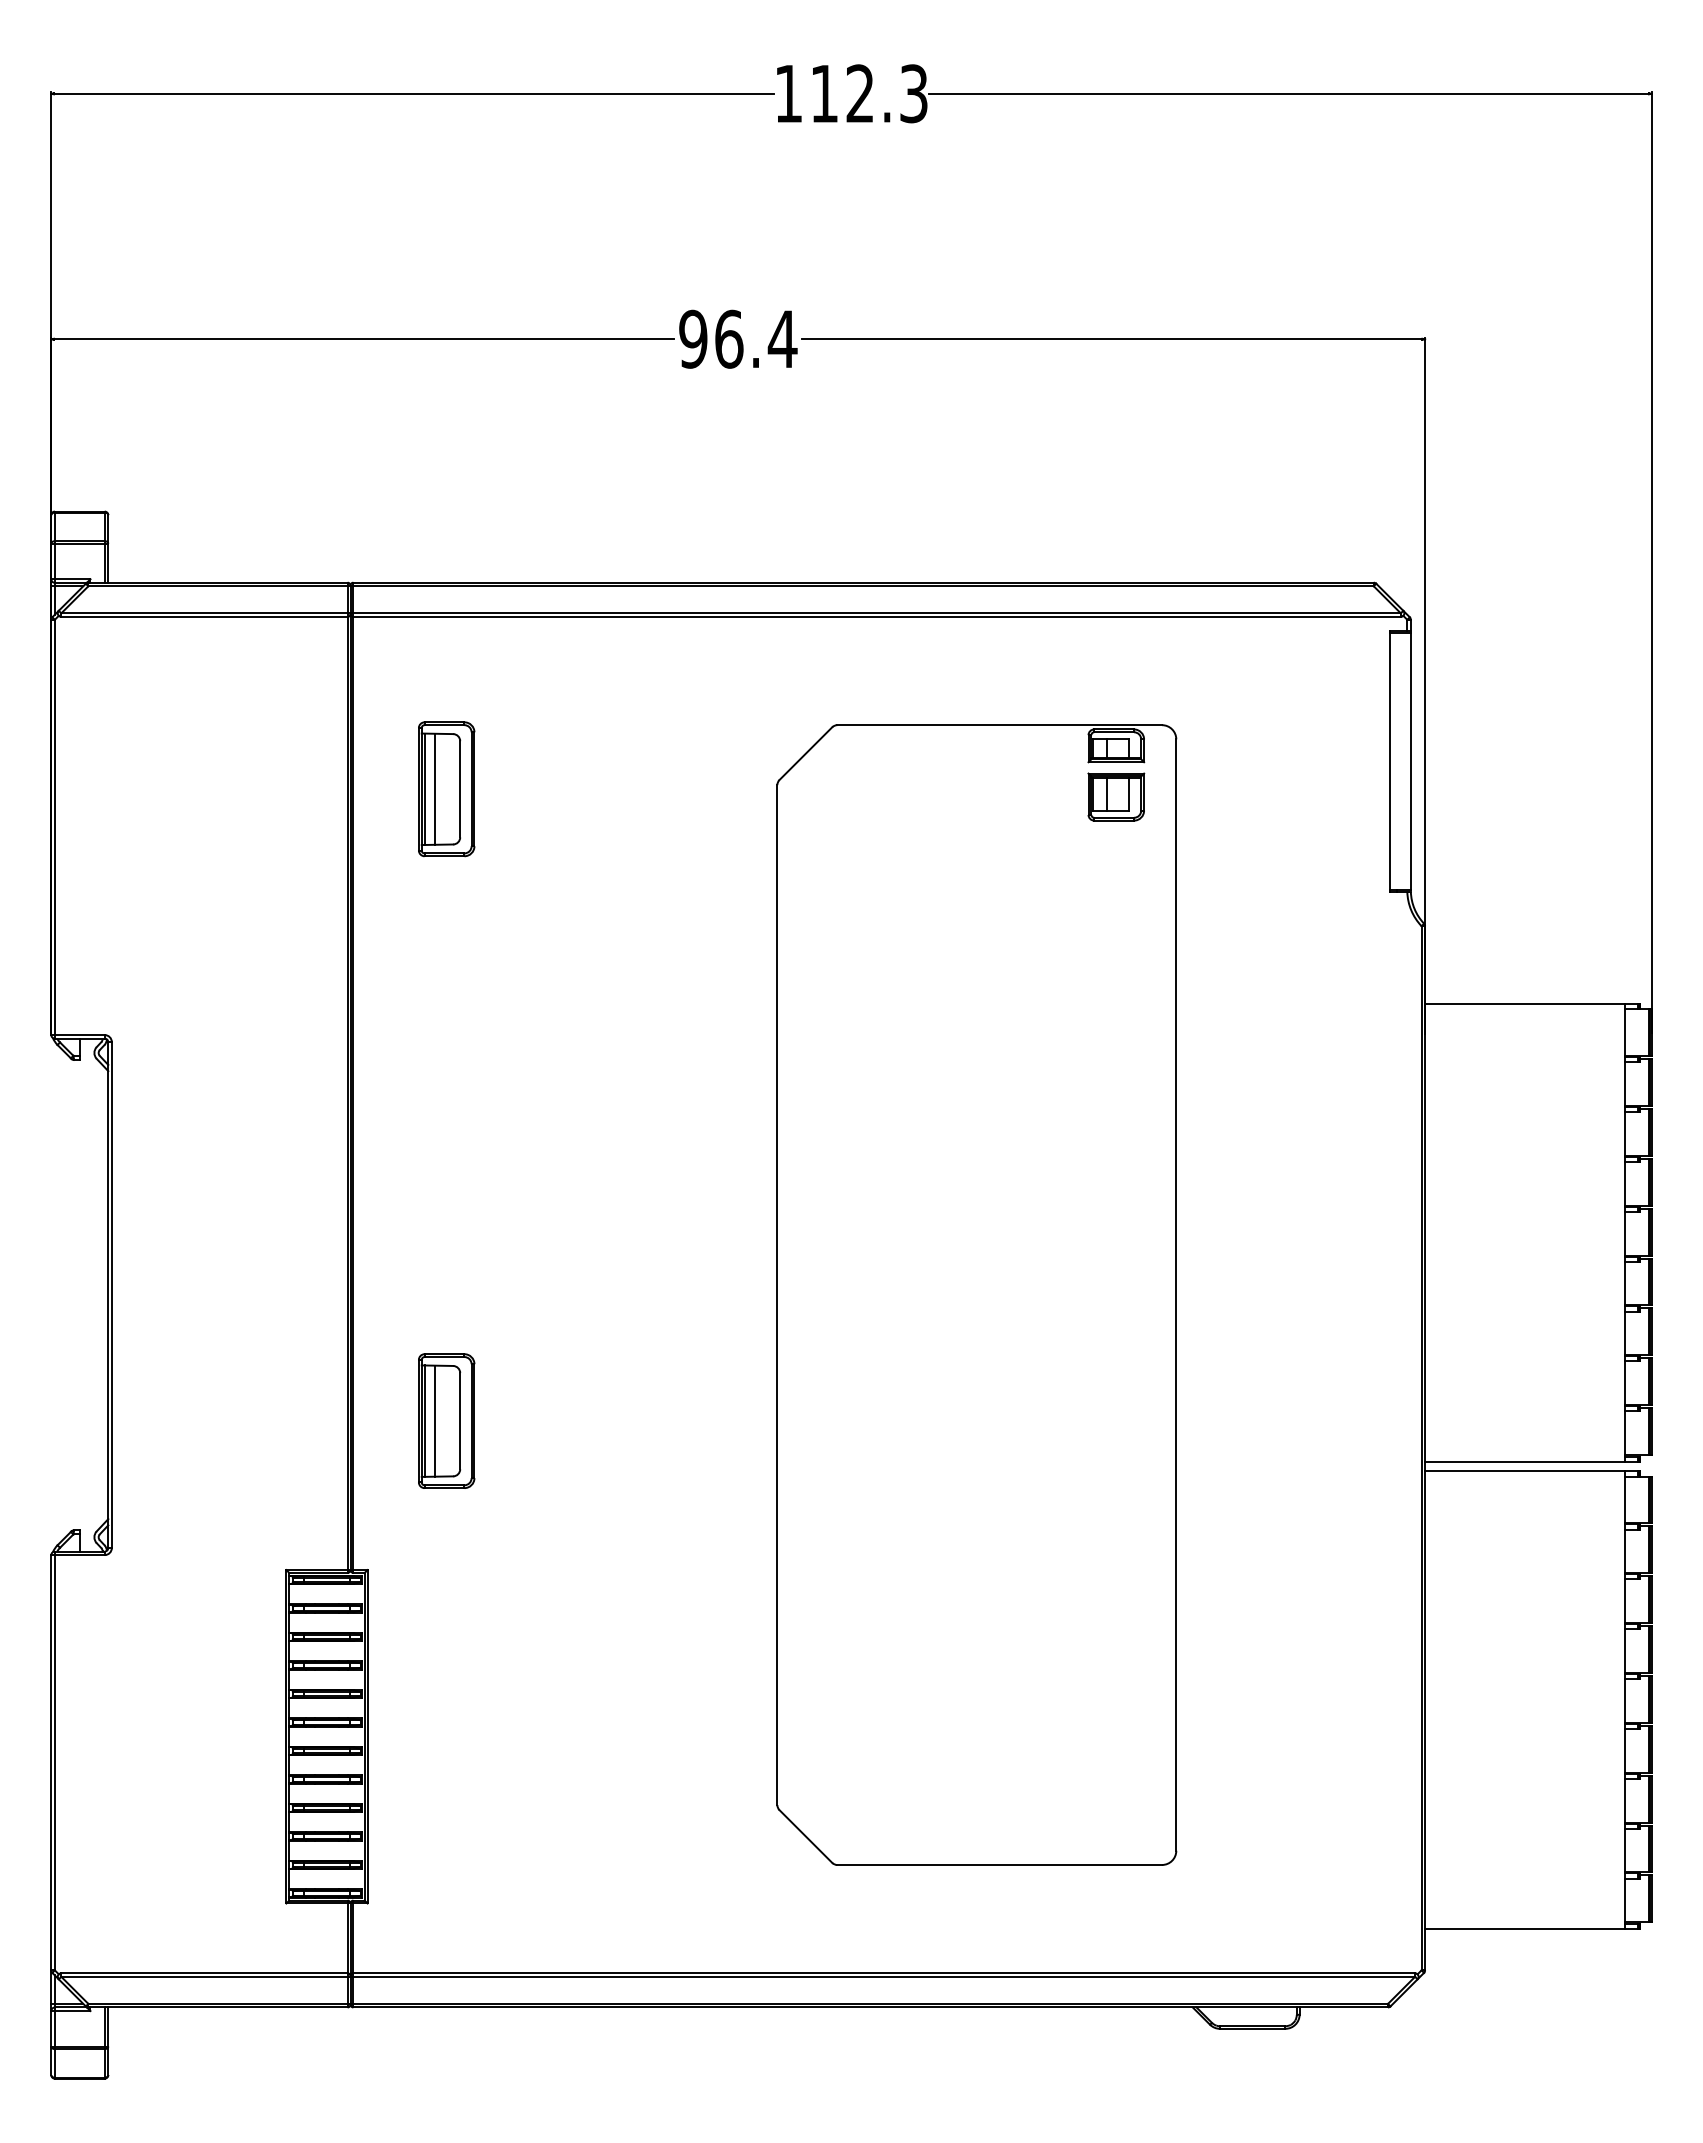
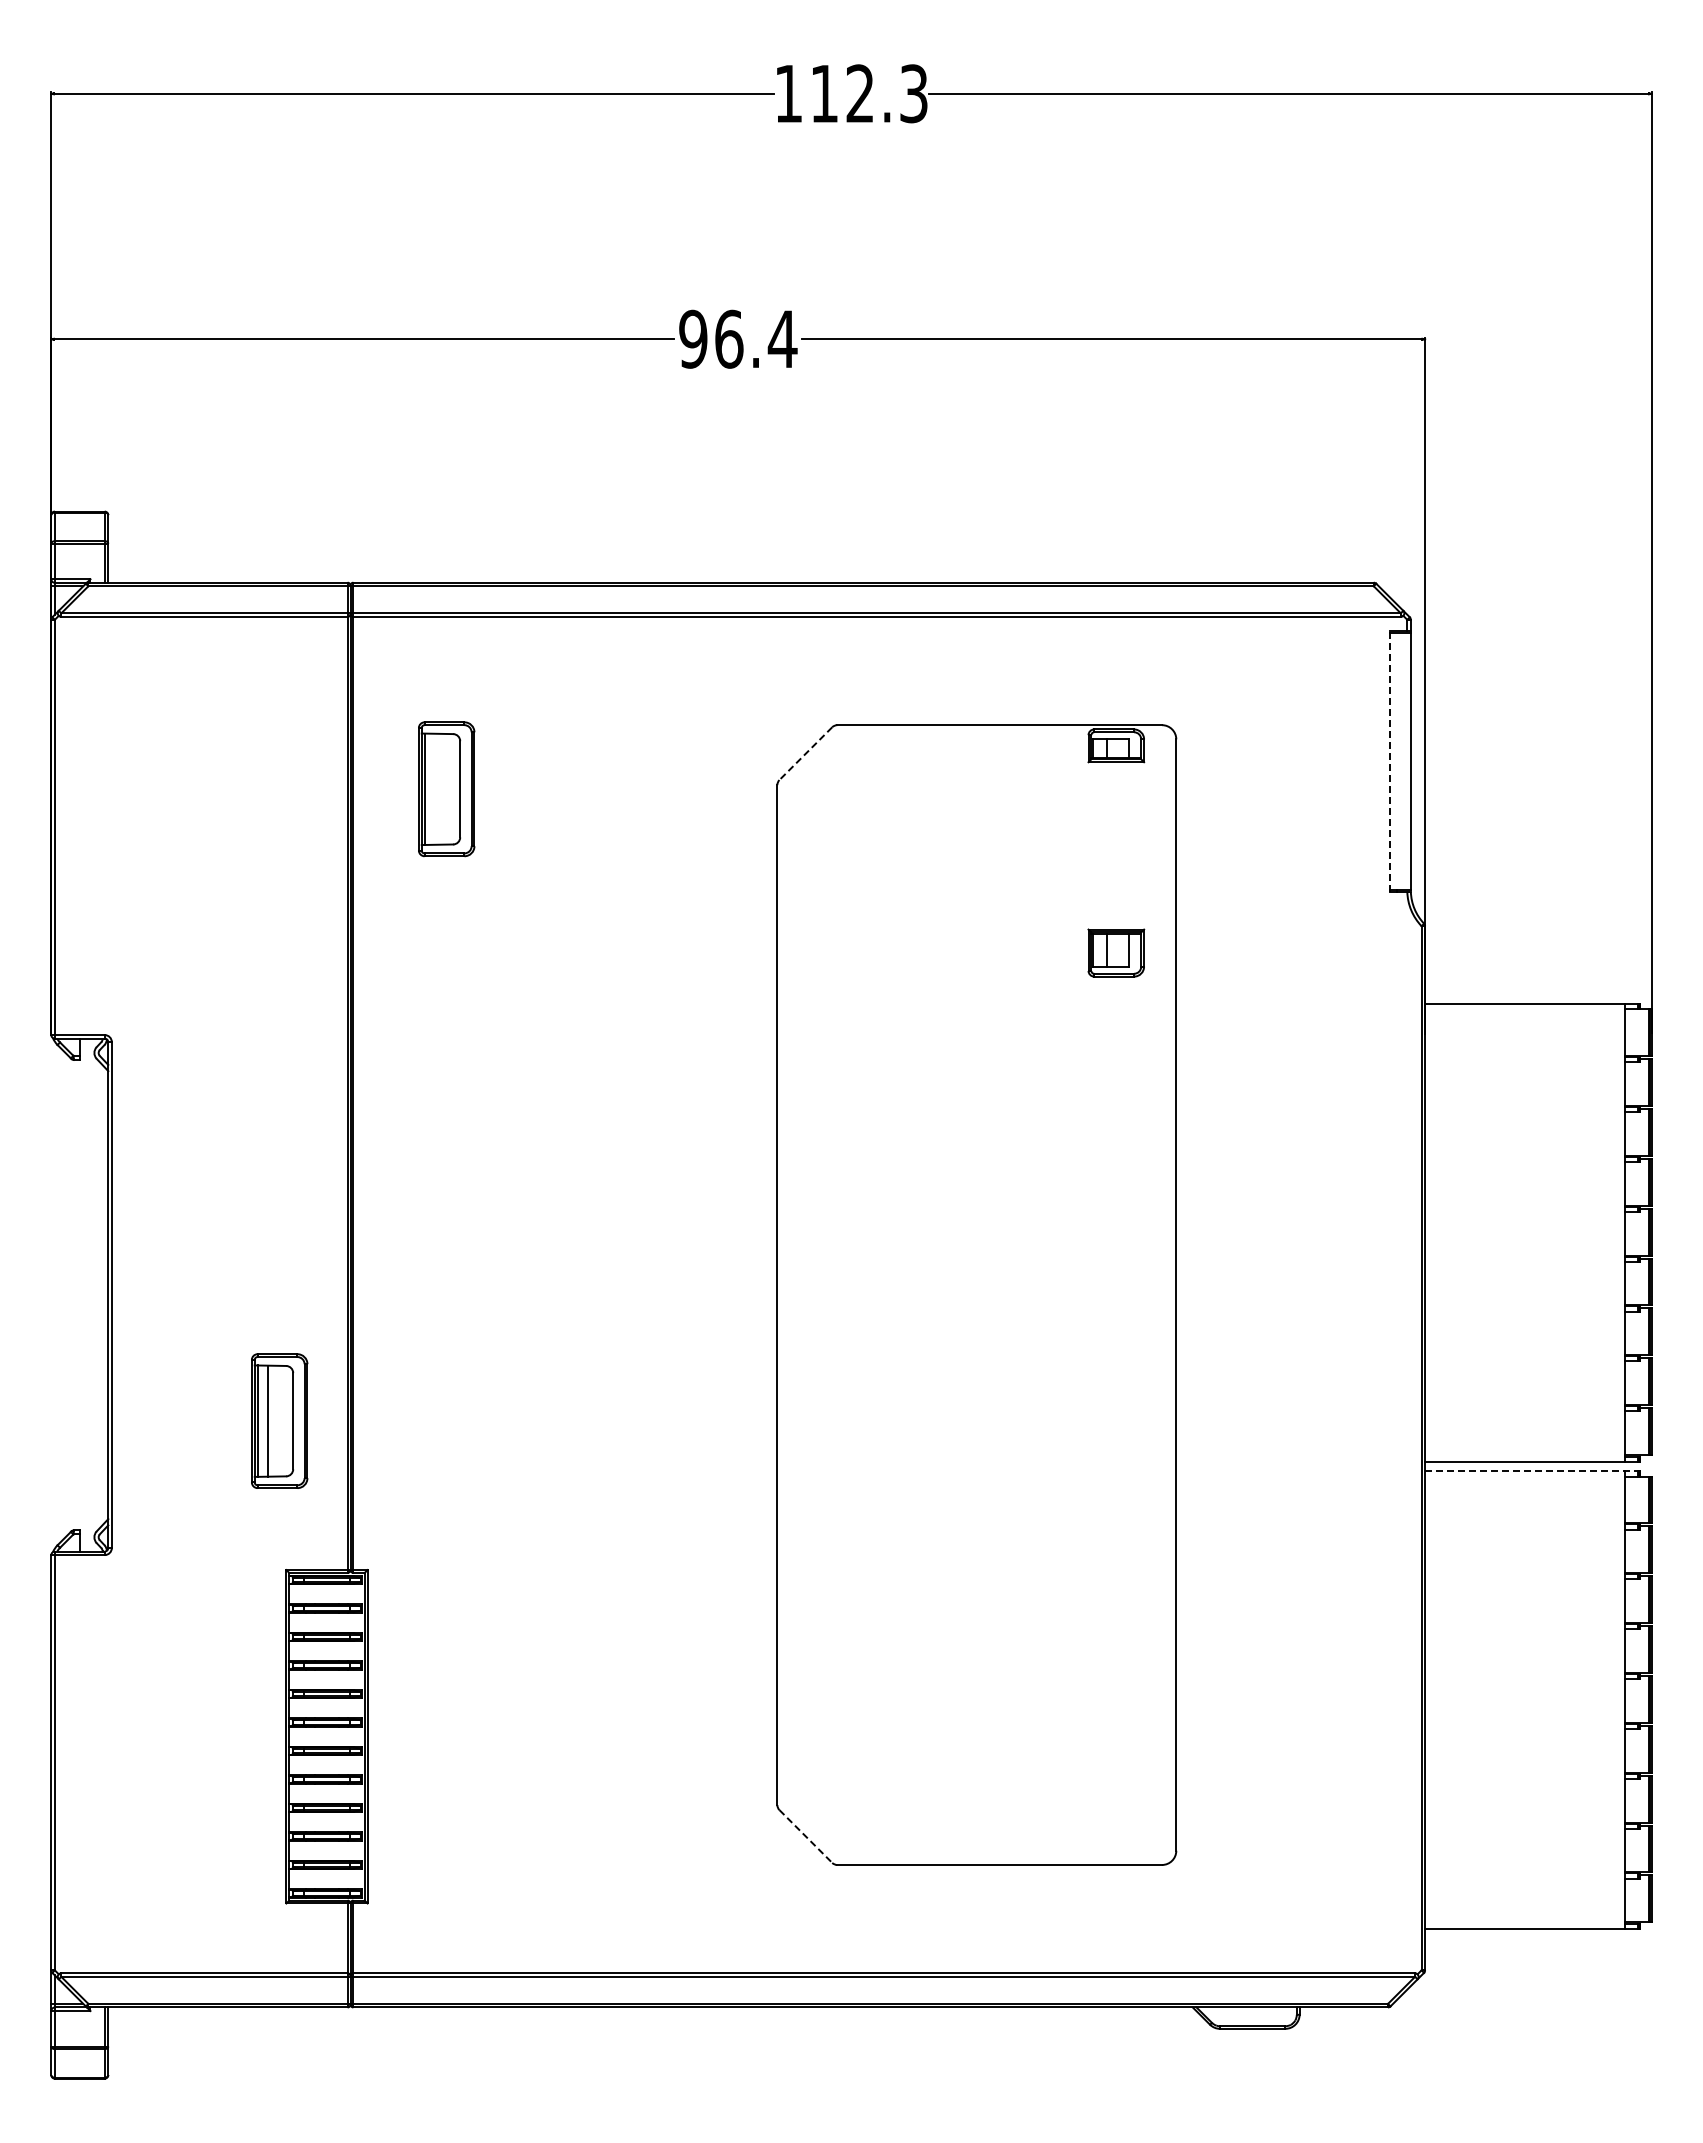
line at (805, 754): solid -> dashed
line at (1389, 761): solid -> dashed
line at (434, 788): present -> none
part at (1116, 796) position: (1116, 796) -> (1116, 952)
part at (446, 1420) position: (446, 1420) -> (279, 1420)
line at (1532, 1471): solid -> dashed
line at (806, 1836): solid -> dashed
